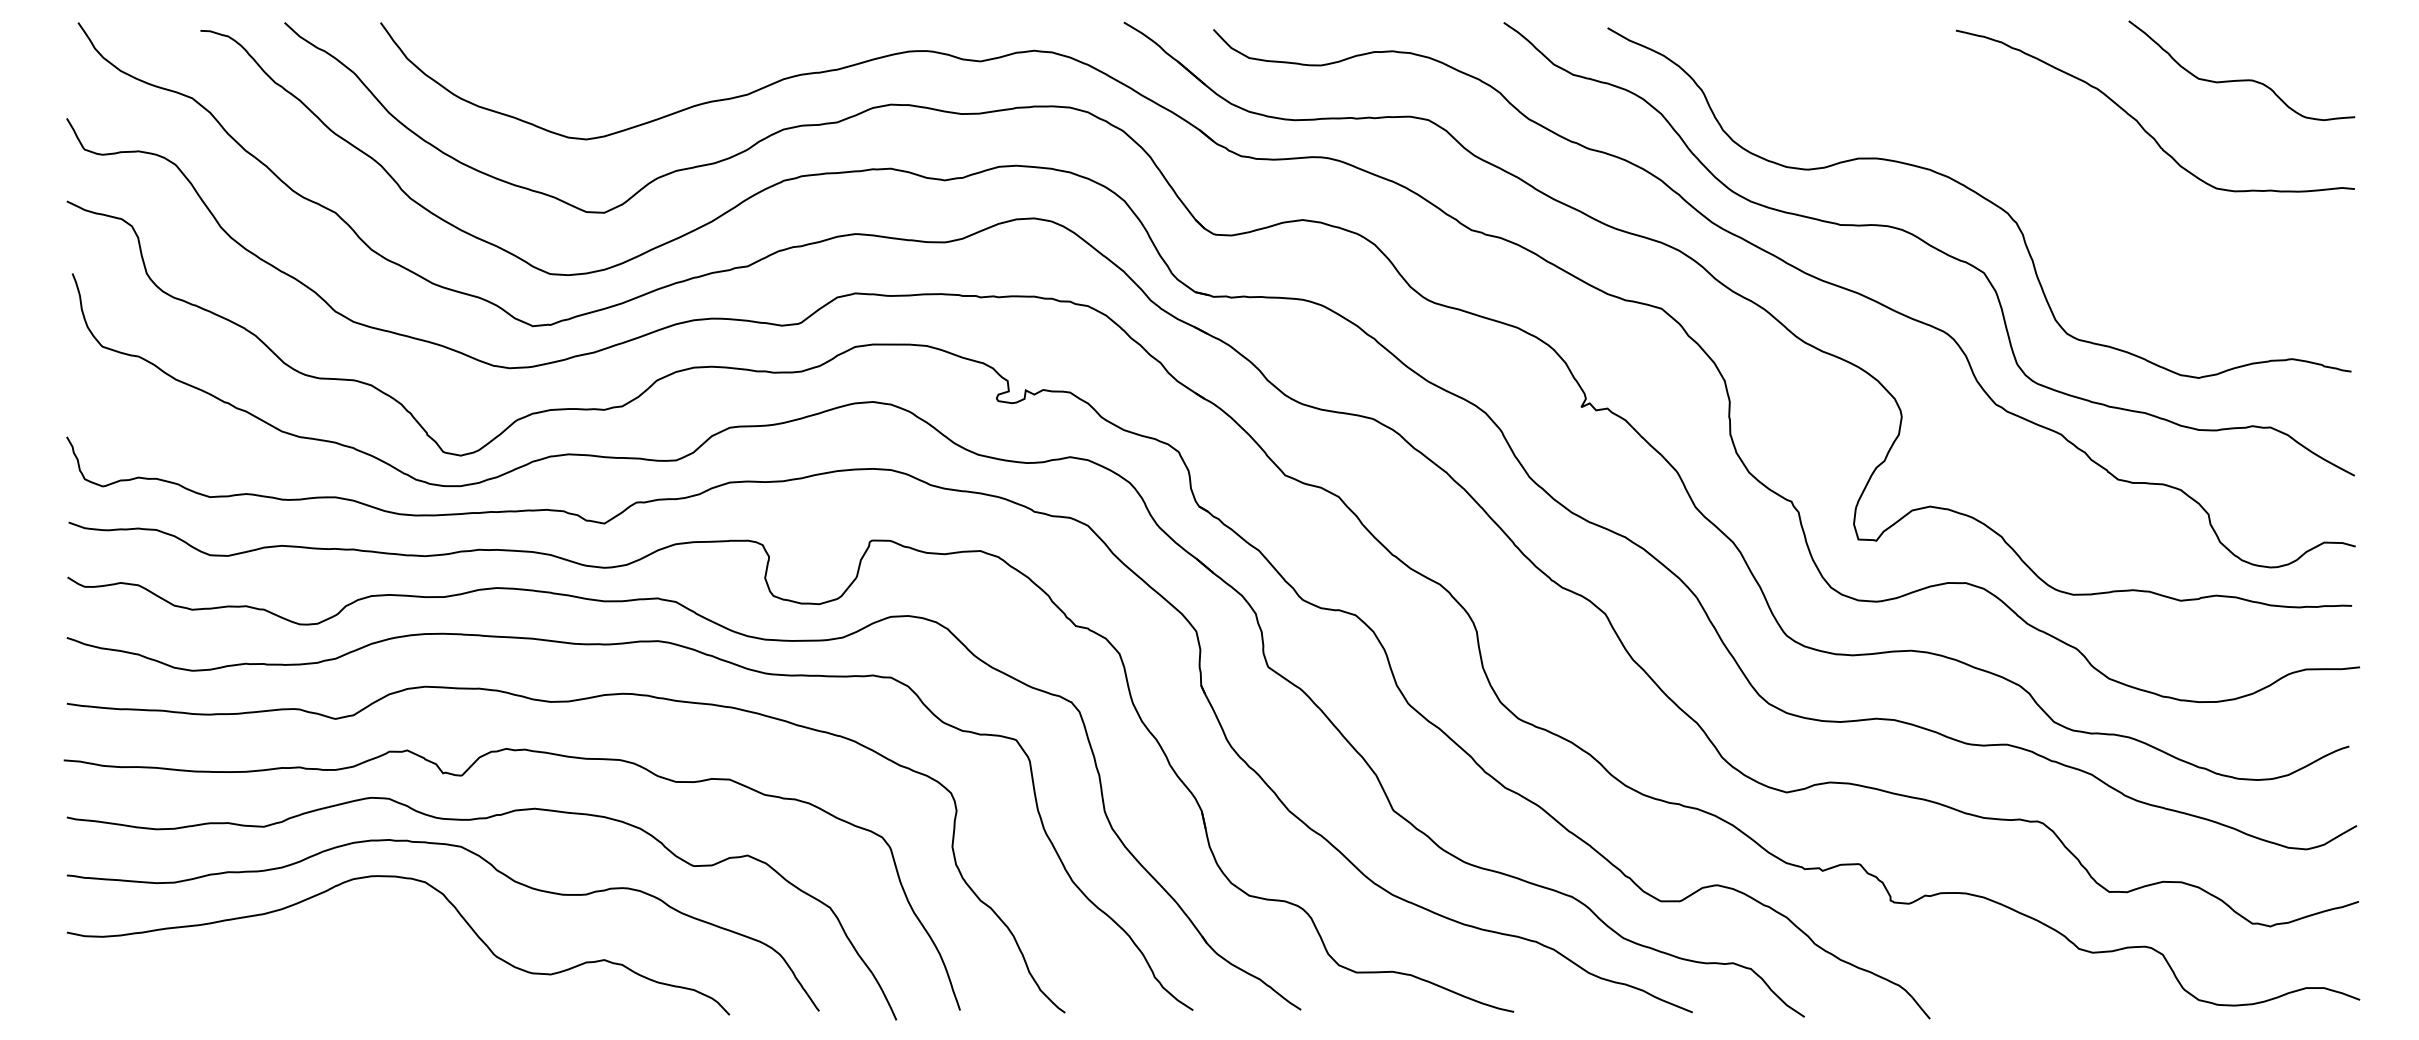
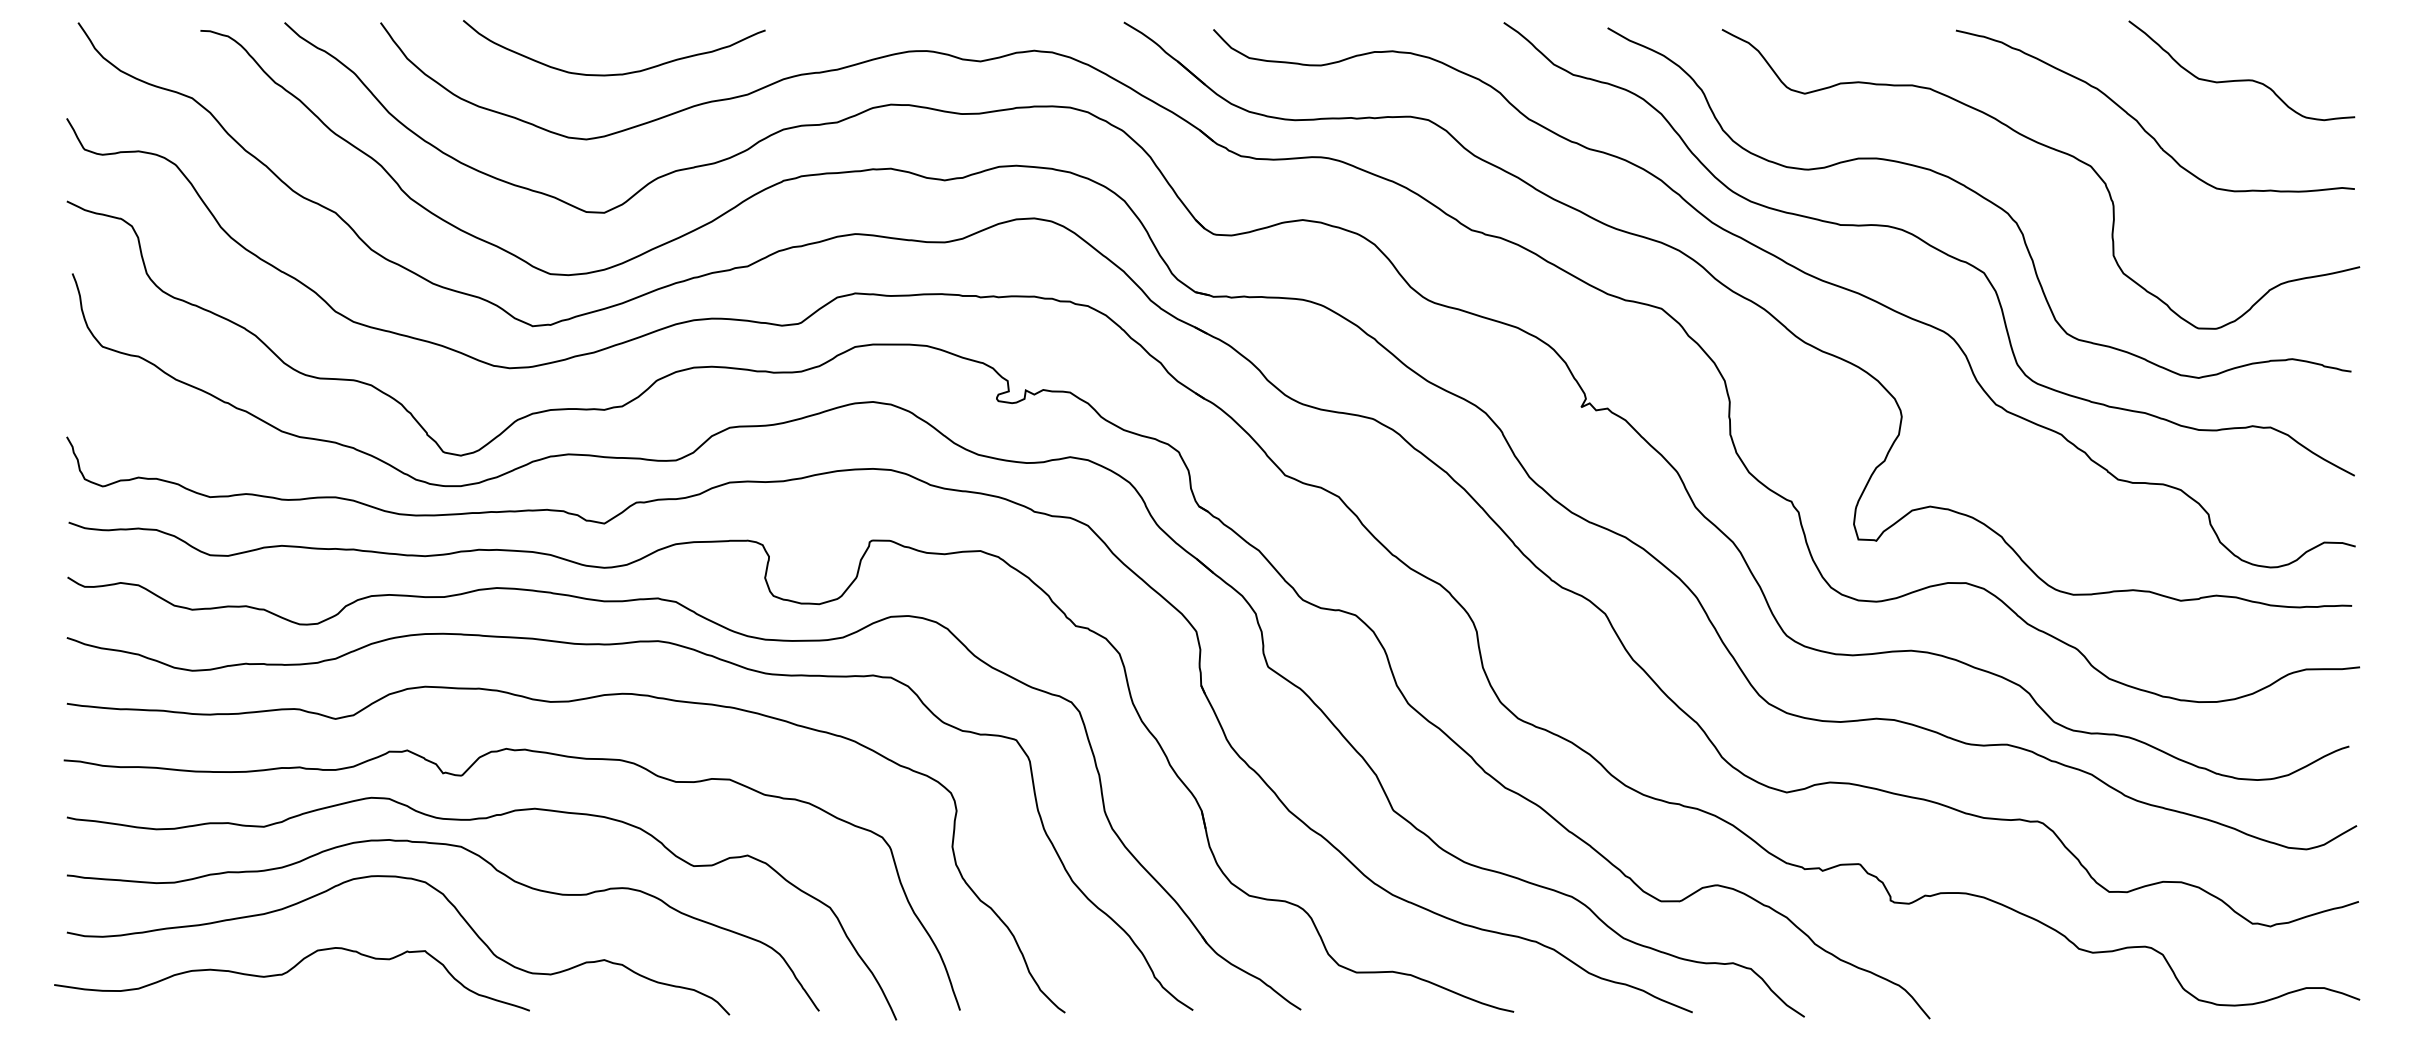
curve at (615, 73): none -> present
curve at (2051, 149): none -> present
curve at (287, 973): none -> present
